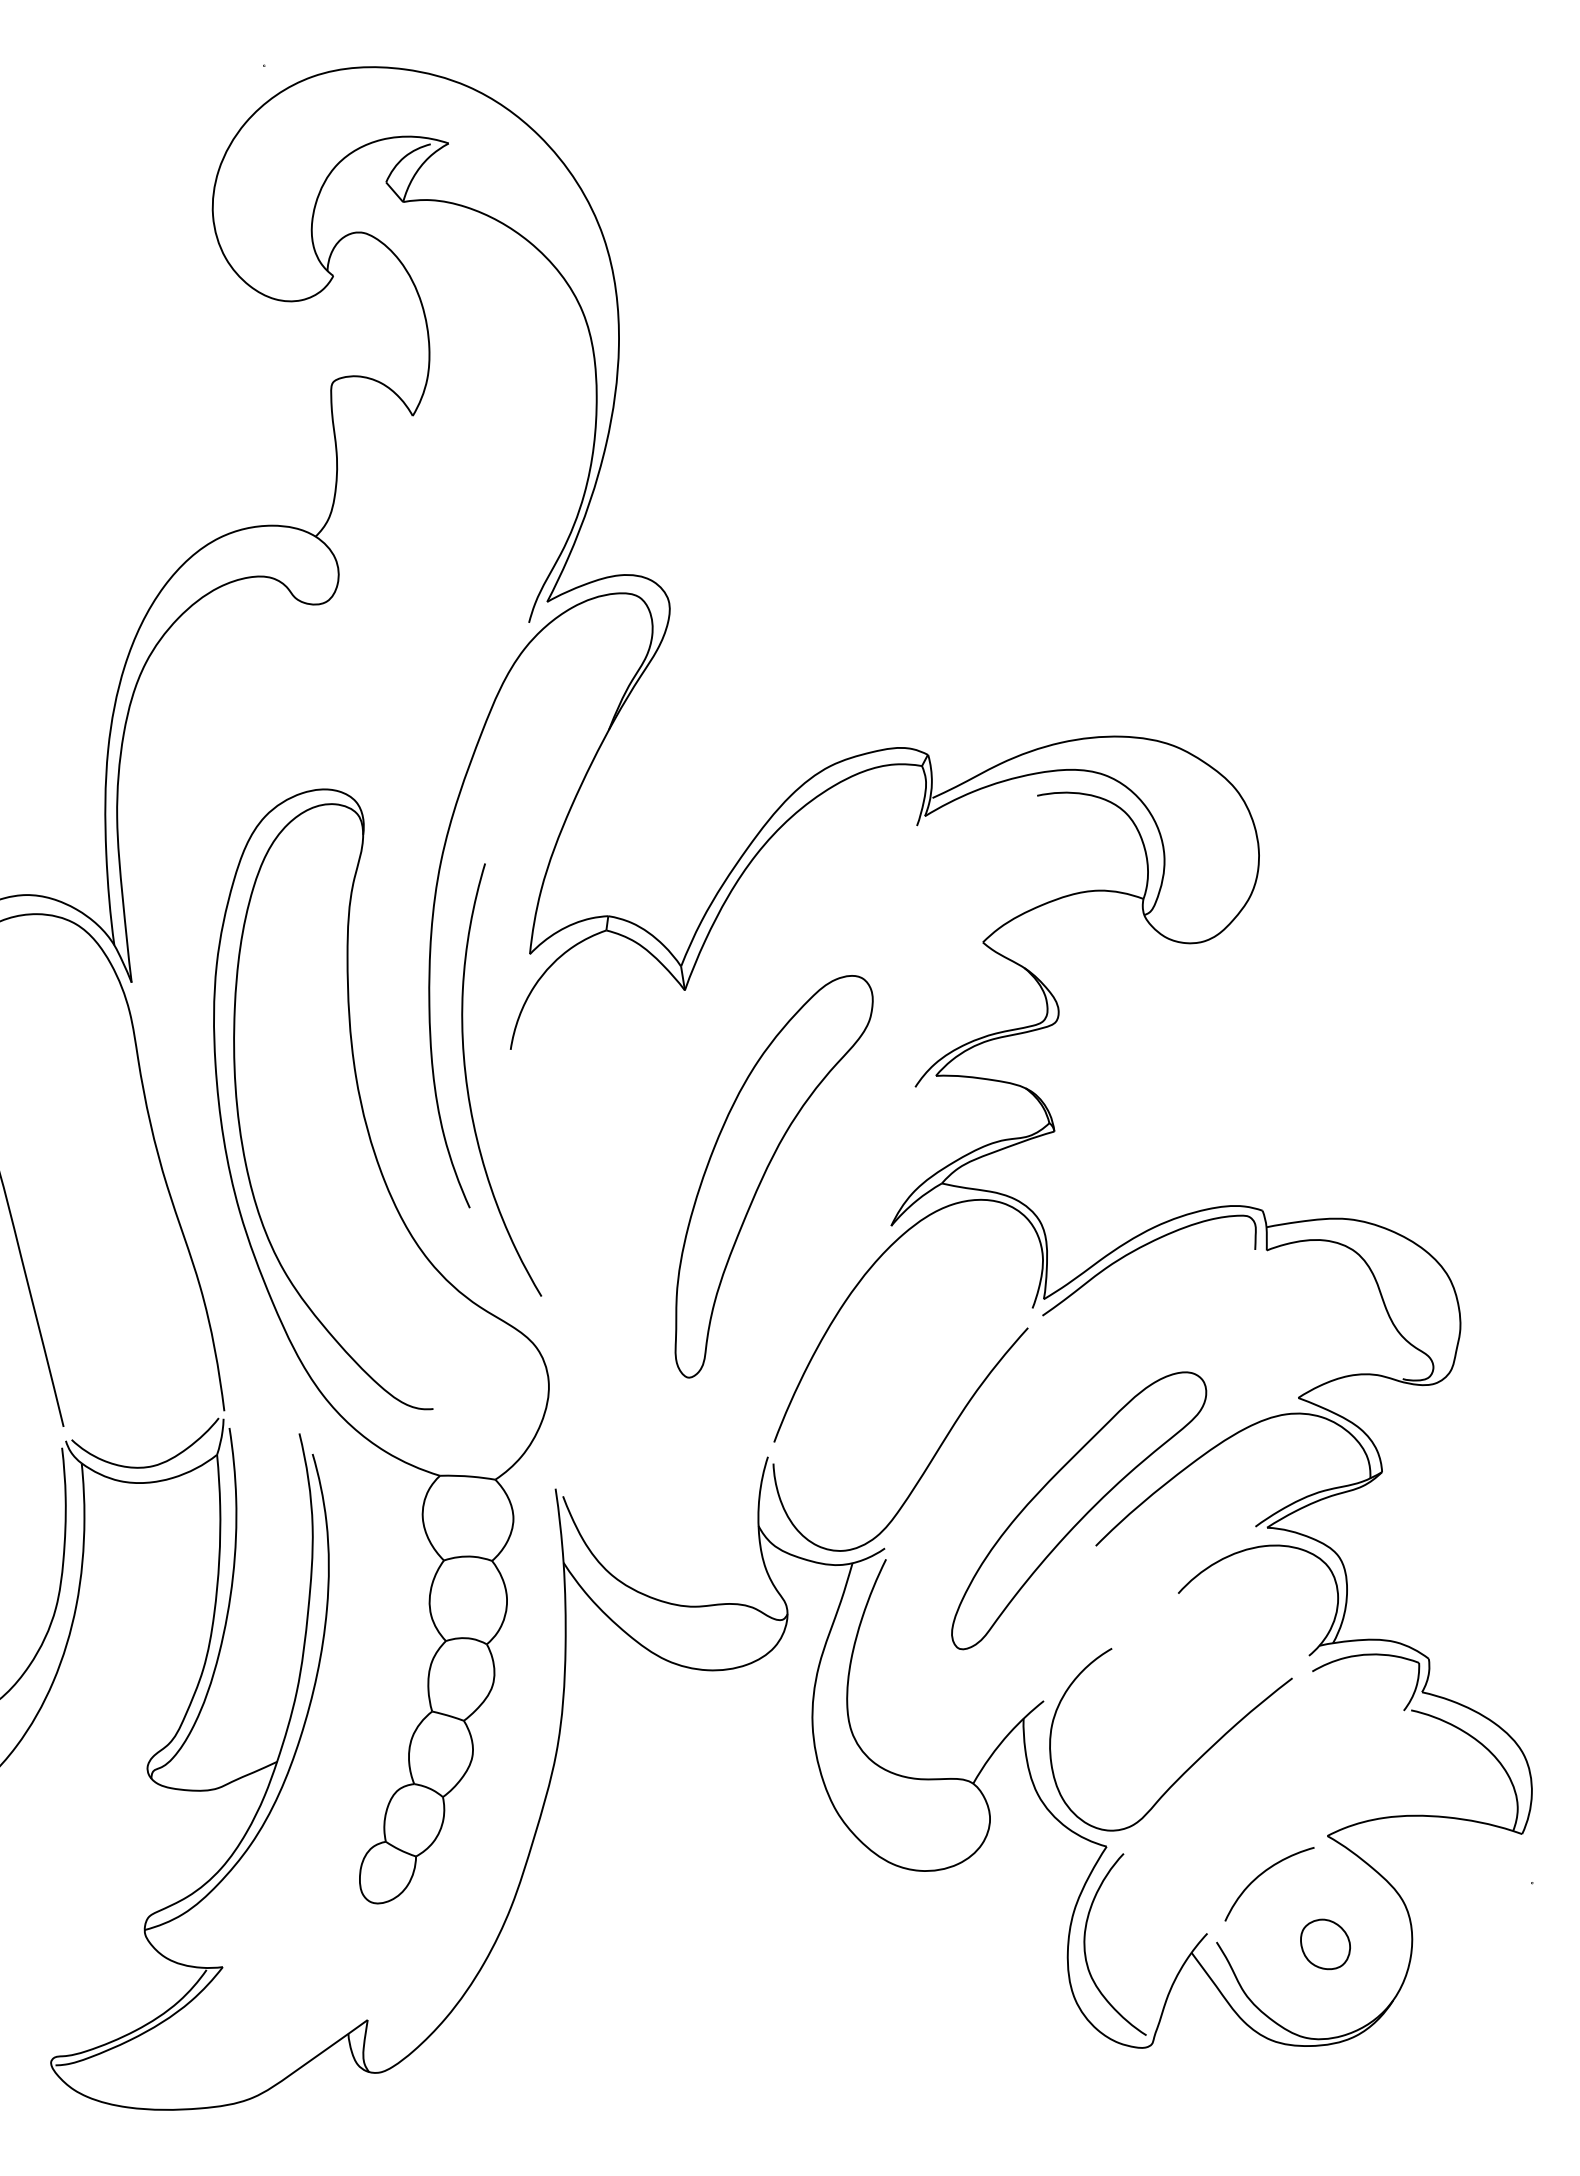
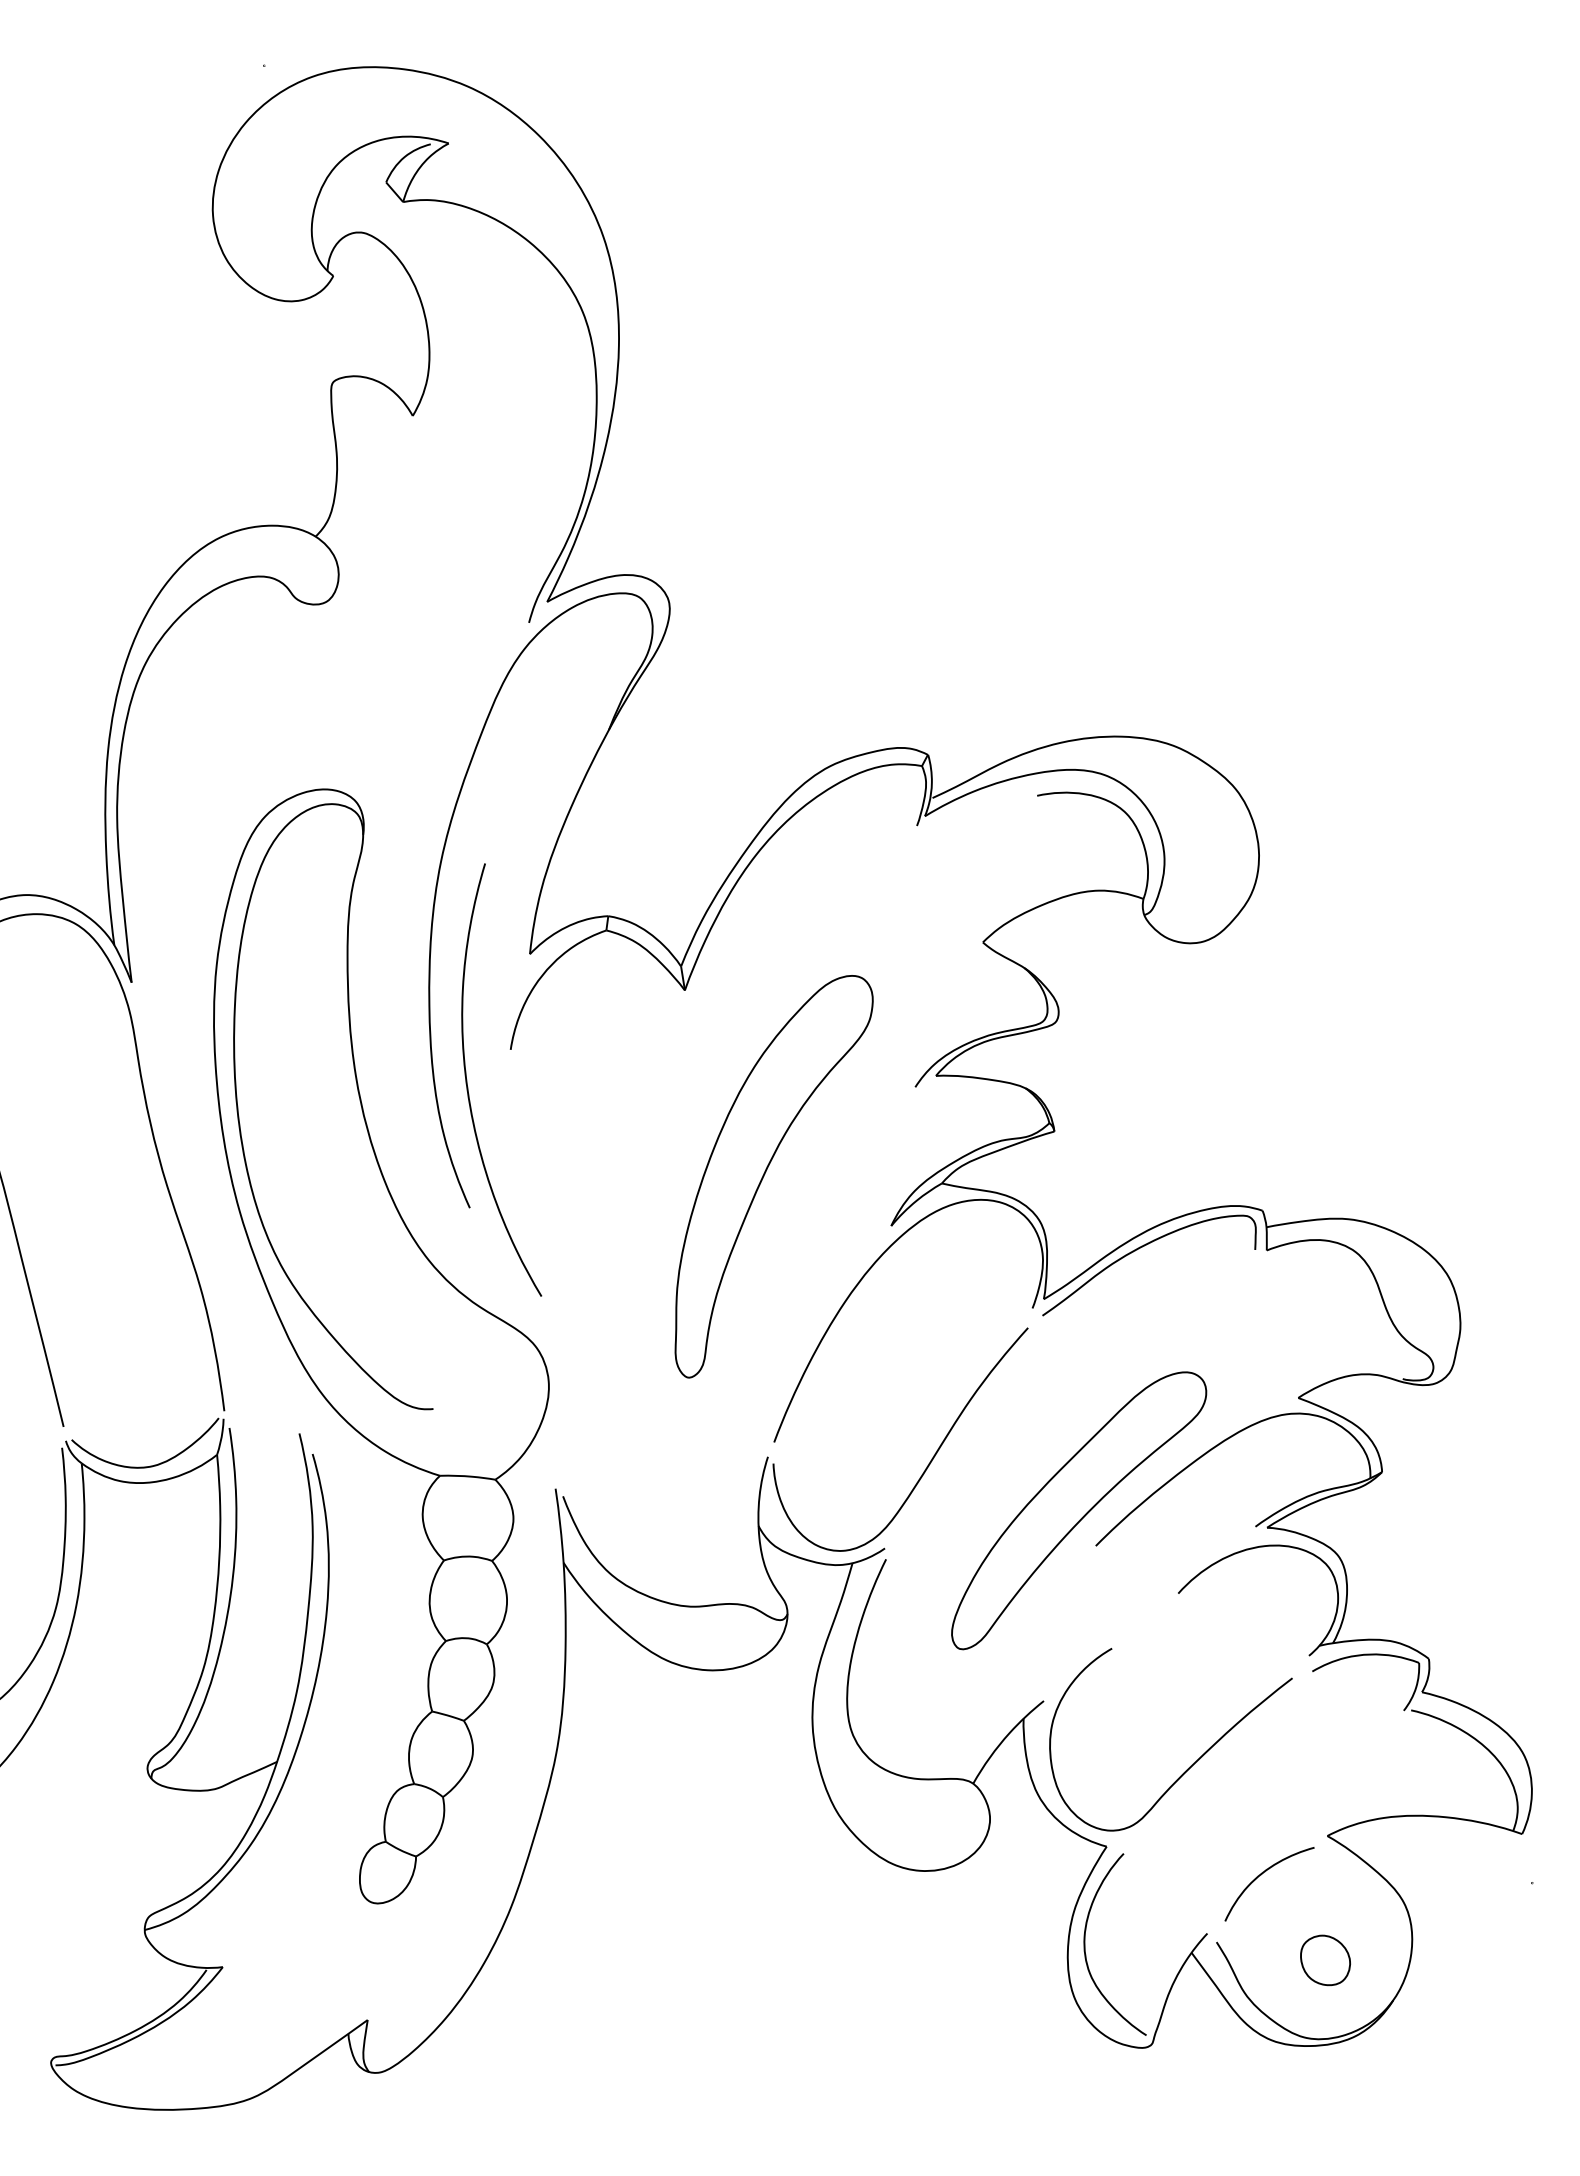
part at (1325, 1944) position: (1325, 1944) -> (1325, 1960)
